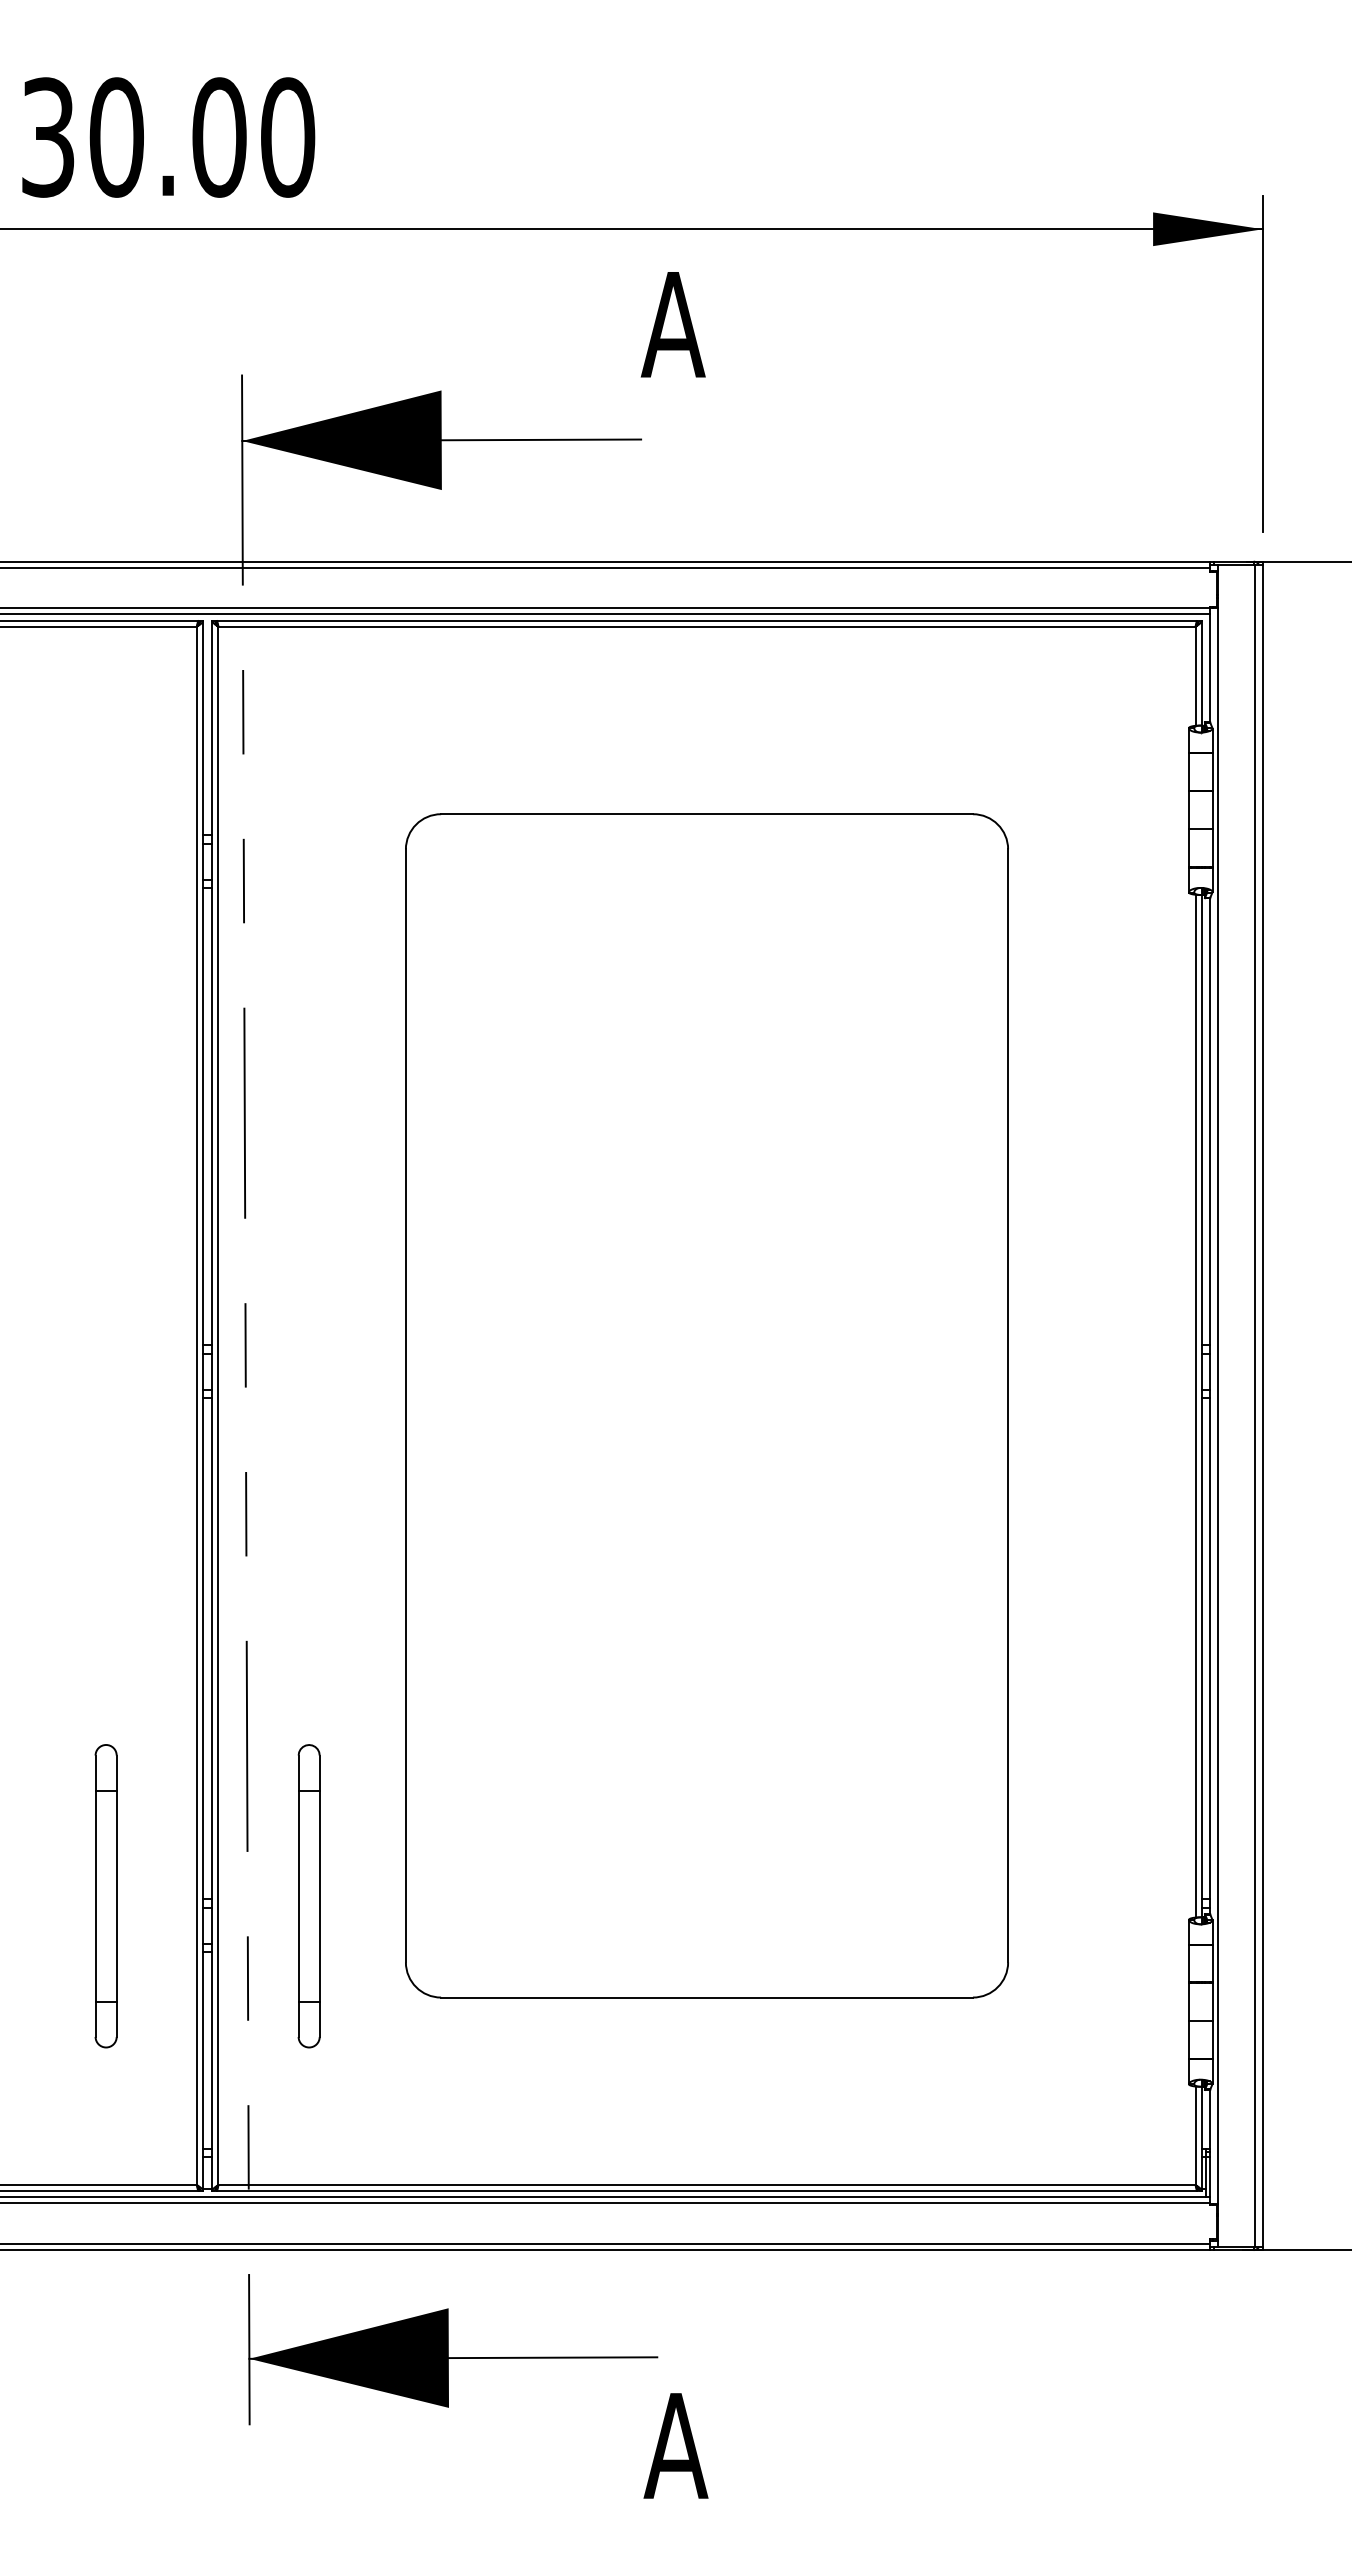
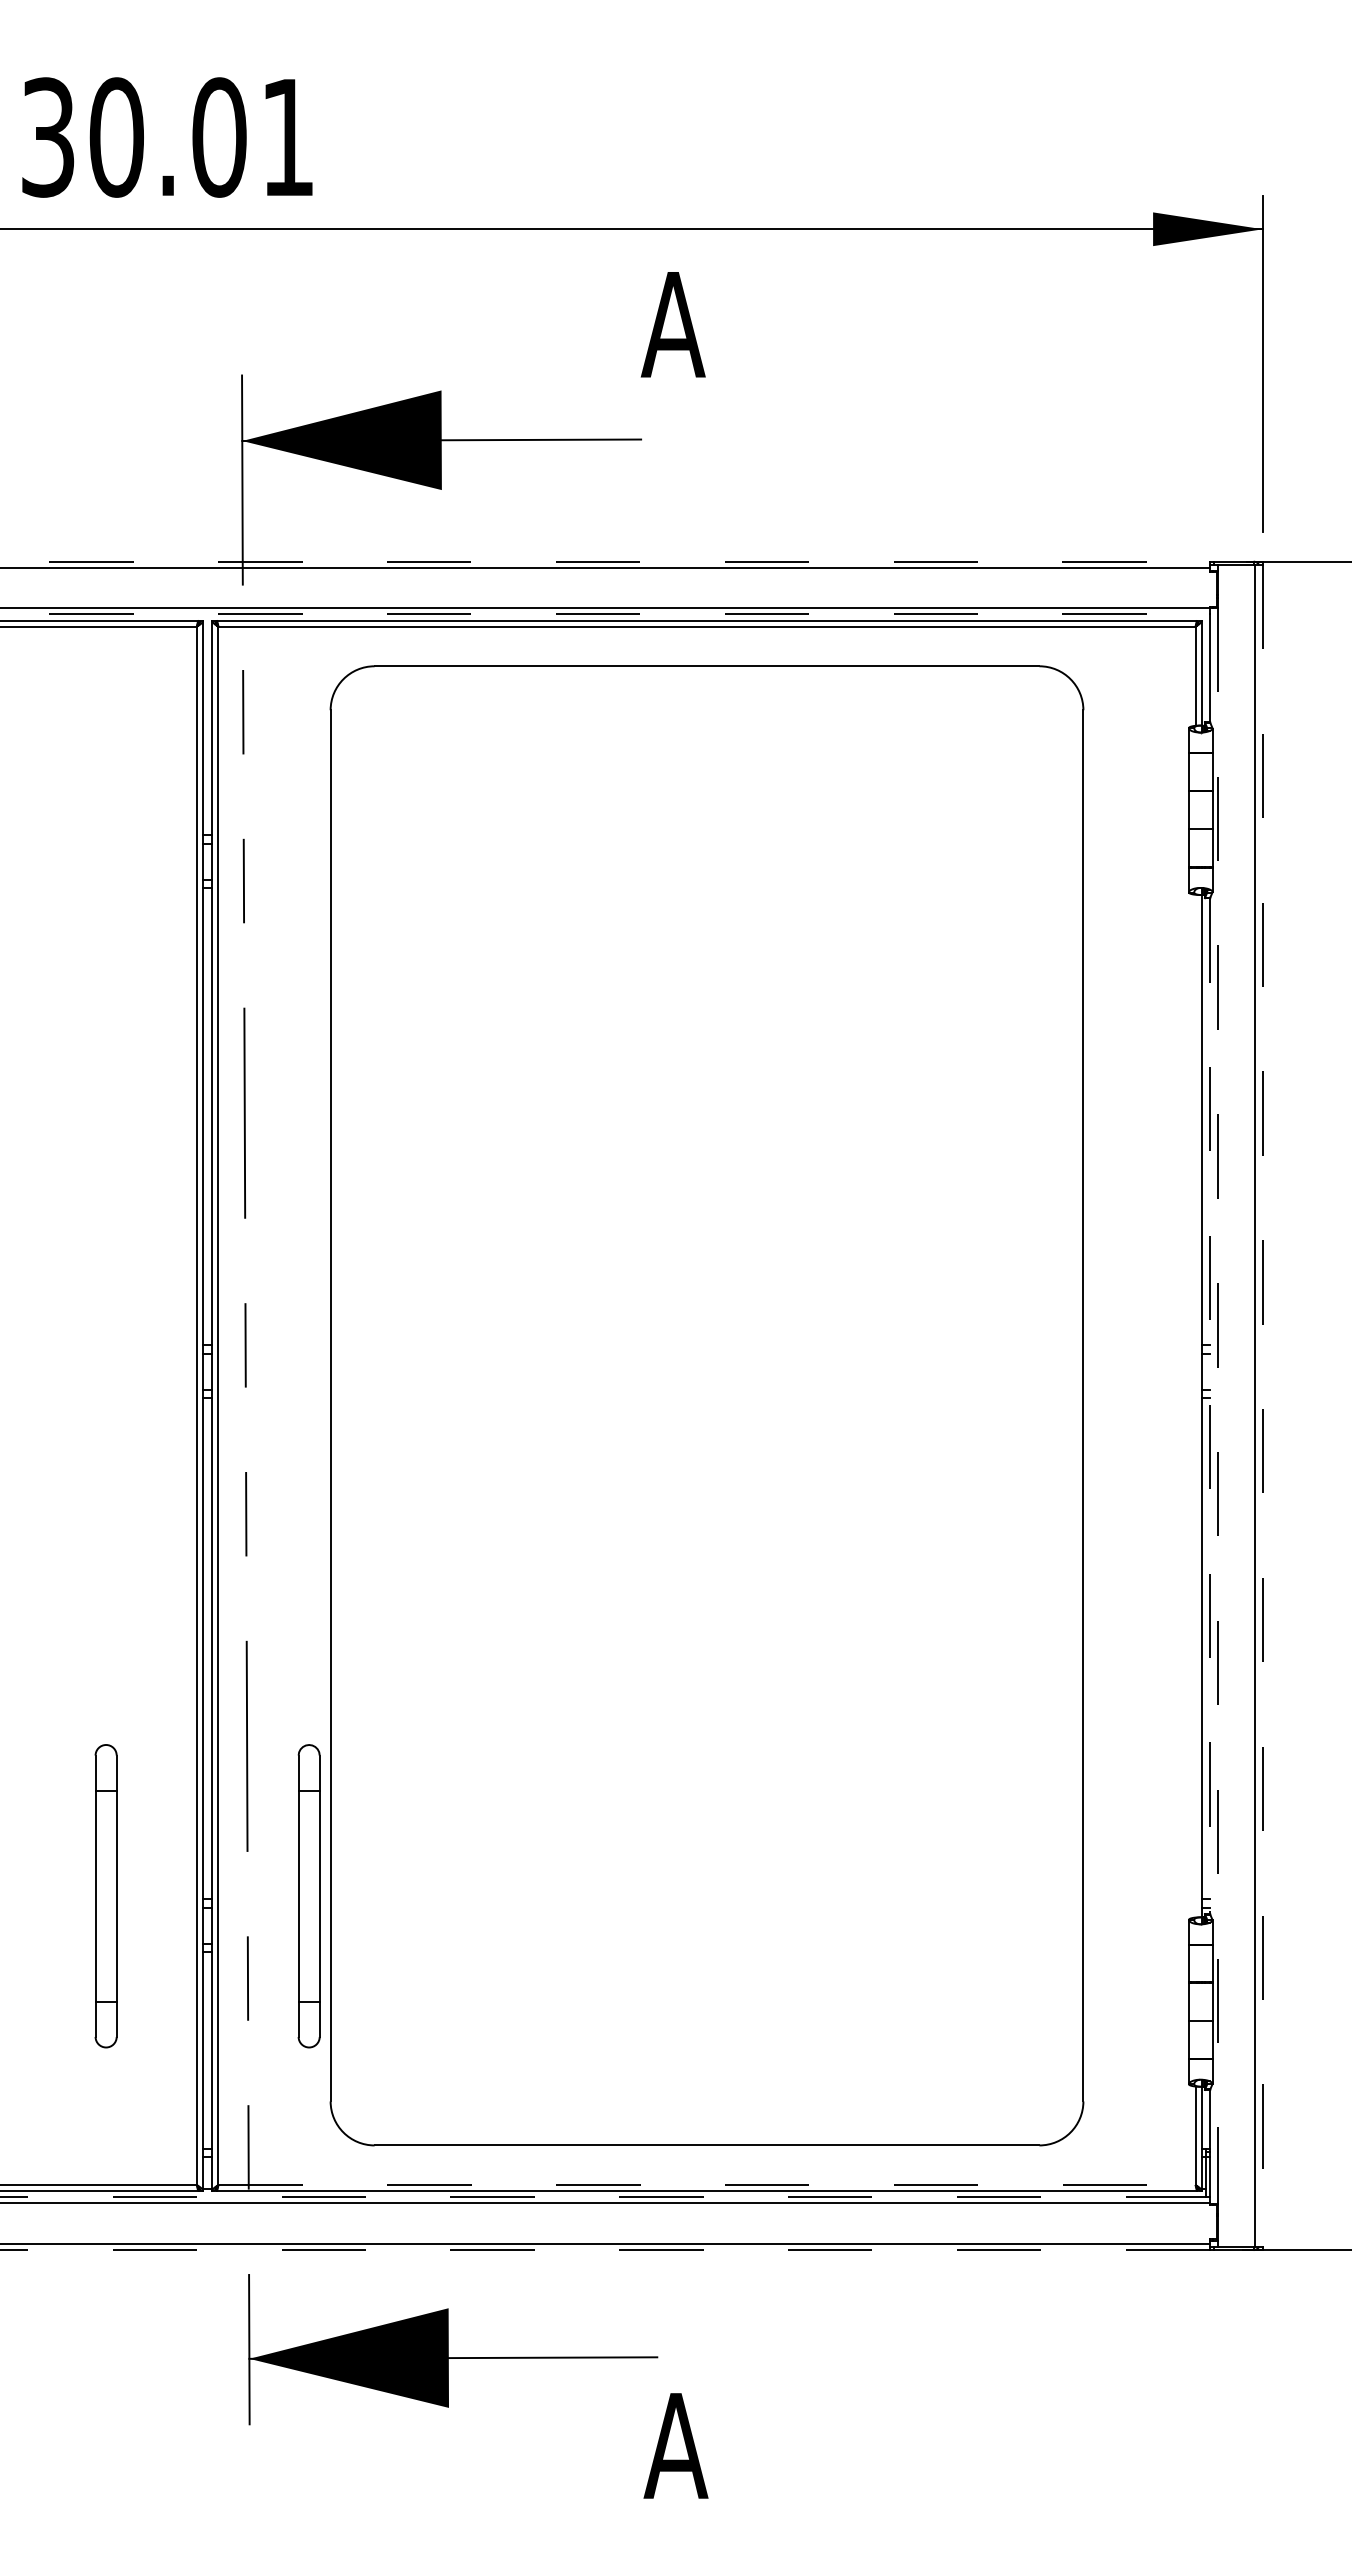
text at (288, 137): 30.00 -> 30.01
line at (605, 561): solid -> dashed
line at (605, 614): solid -> dashed
part at (706, 1405) size: 604x1186 px -> 756x1482 px
line at (1195, 1405): present -> none
line at (1210, 1406): solid -> dashed
line at (1217, 1406): solid -> dashed
line at (1262, 1406): solid -> dashed
line at (707, 2185): solid -> dashed
line at (605, 2197): solid -> dashed
line at (605, 2250): solid -> dashed
